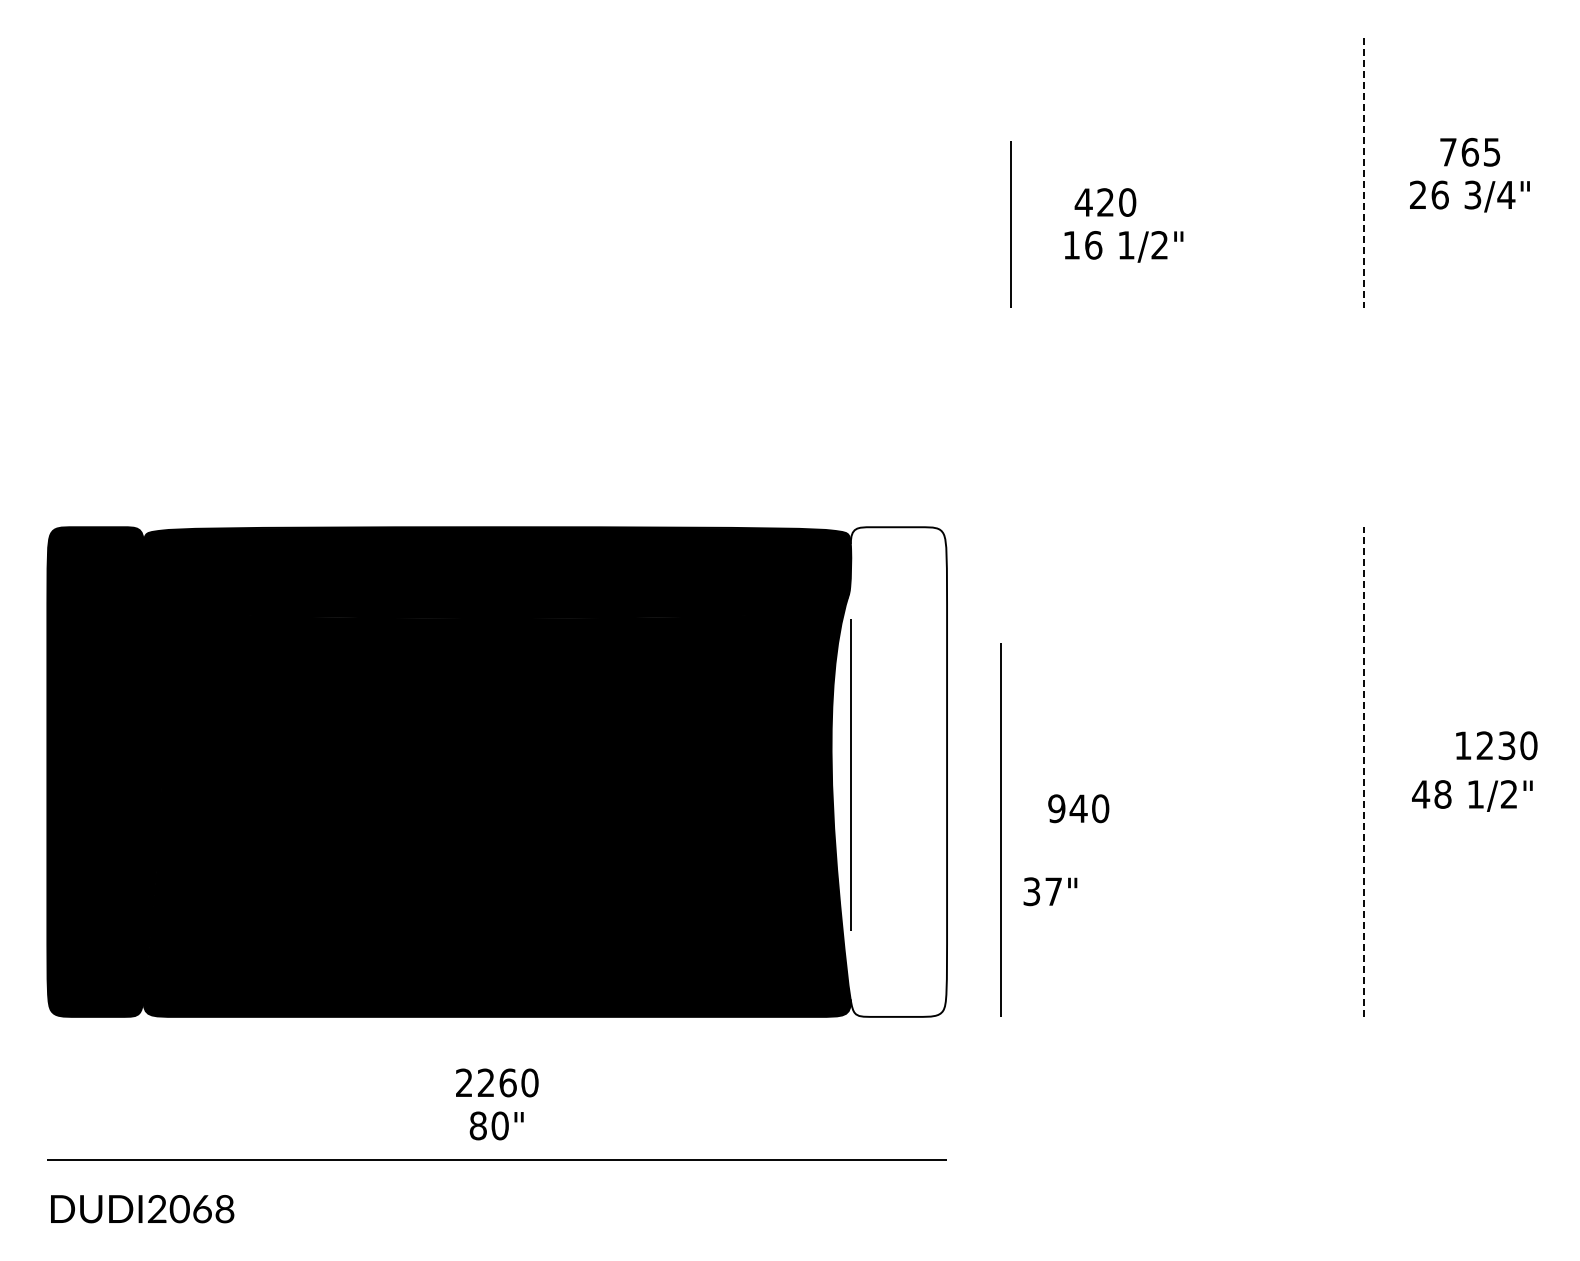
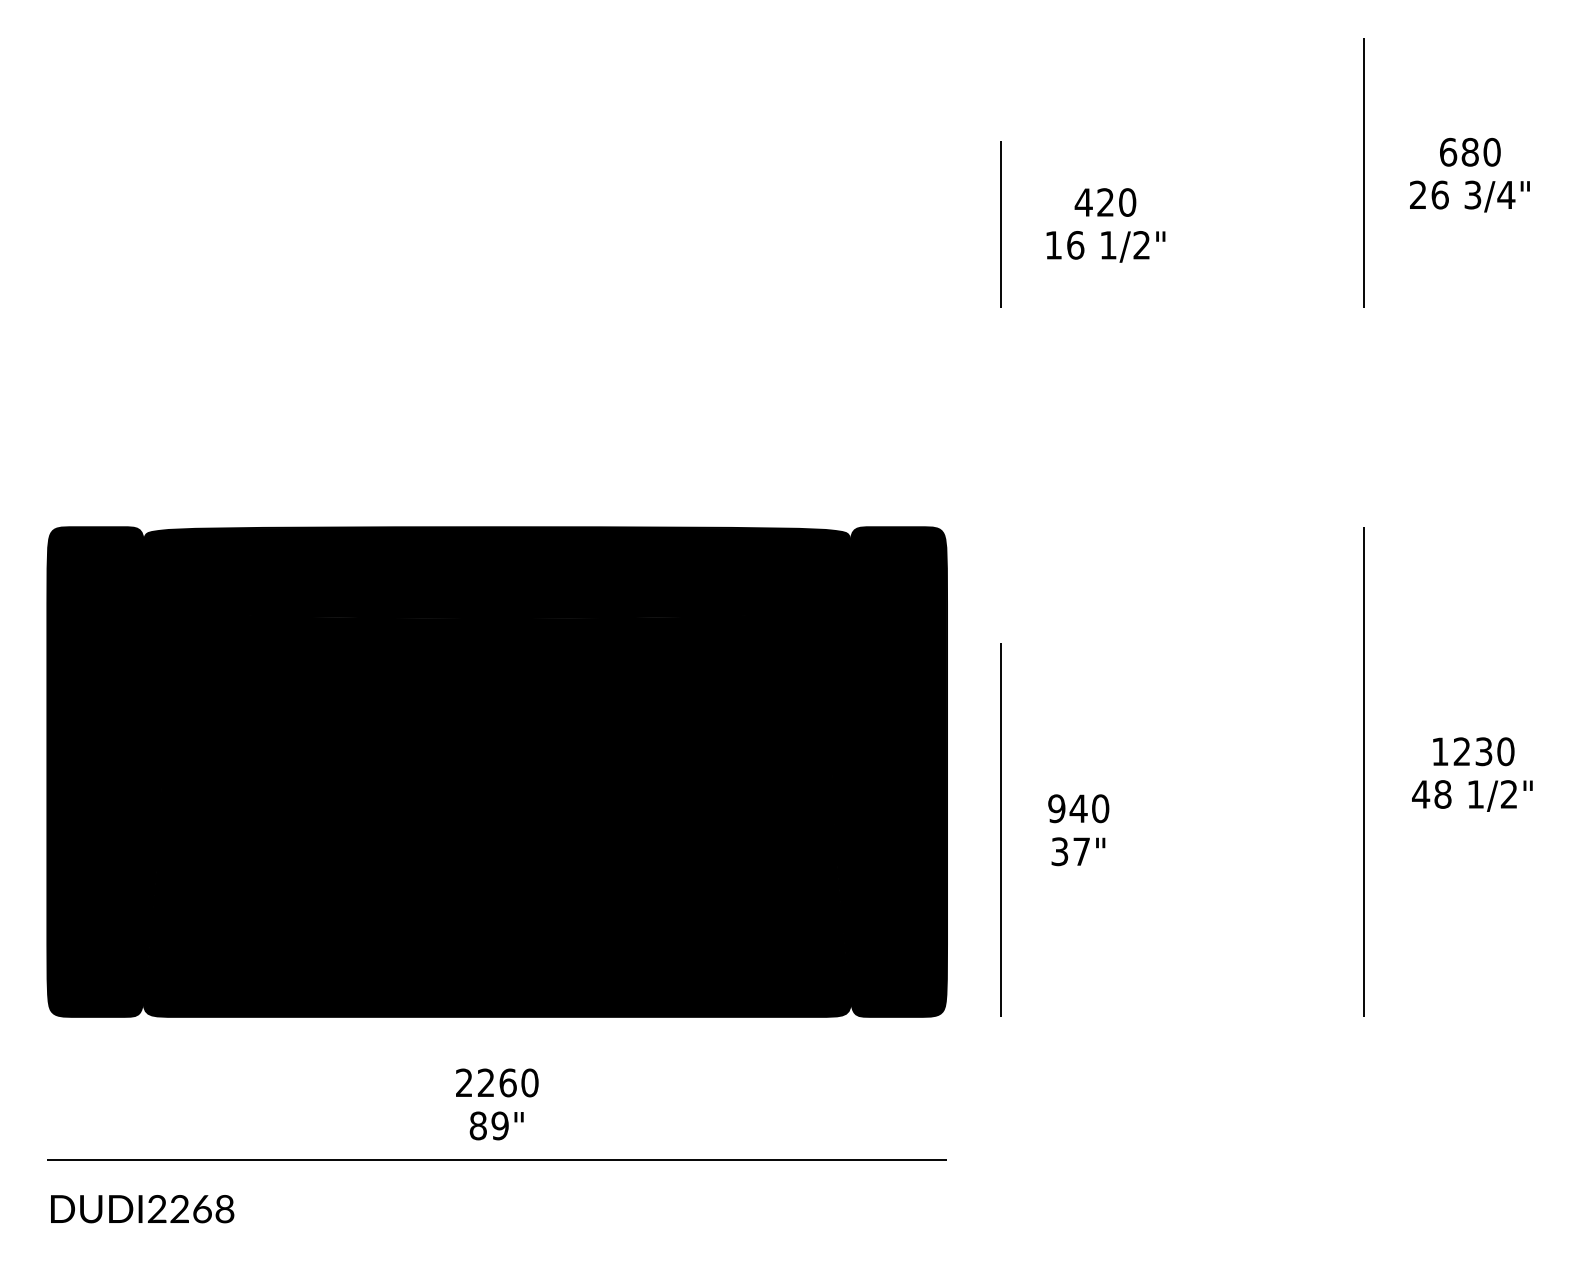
text at (1470, 151): 765 -> 680
line at (1363, 173): dashed -> solid
line at (1010, 224) position: (1010, 224) -> (1000, 224)
text at (1123, 246) position: (1123, 246) -> (1105, 246)
text at (1496, 745) position: (1496, 745) -> (1473, 751)
fill at (888, 771): none -> present
line at (1363, 772): dashed -> solid
text at (1050, 891) position: (1050, 891) -> (1078, 851)
text at (499, 1125): 80" -> 89"
text at (179, 1209): DUDI2068 -> DUDI2268
